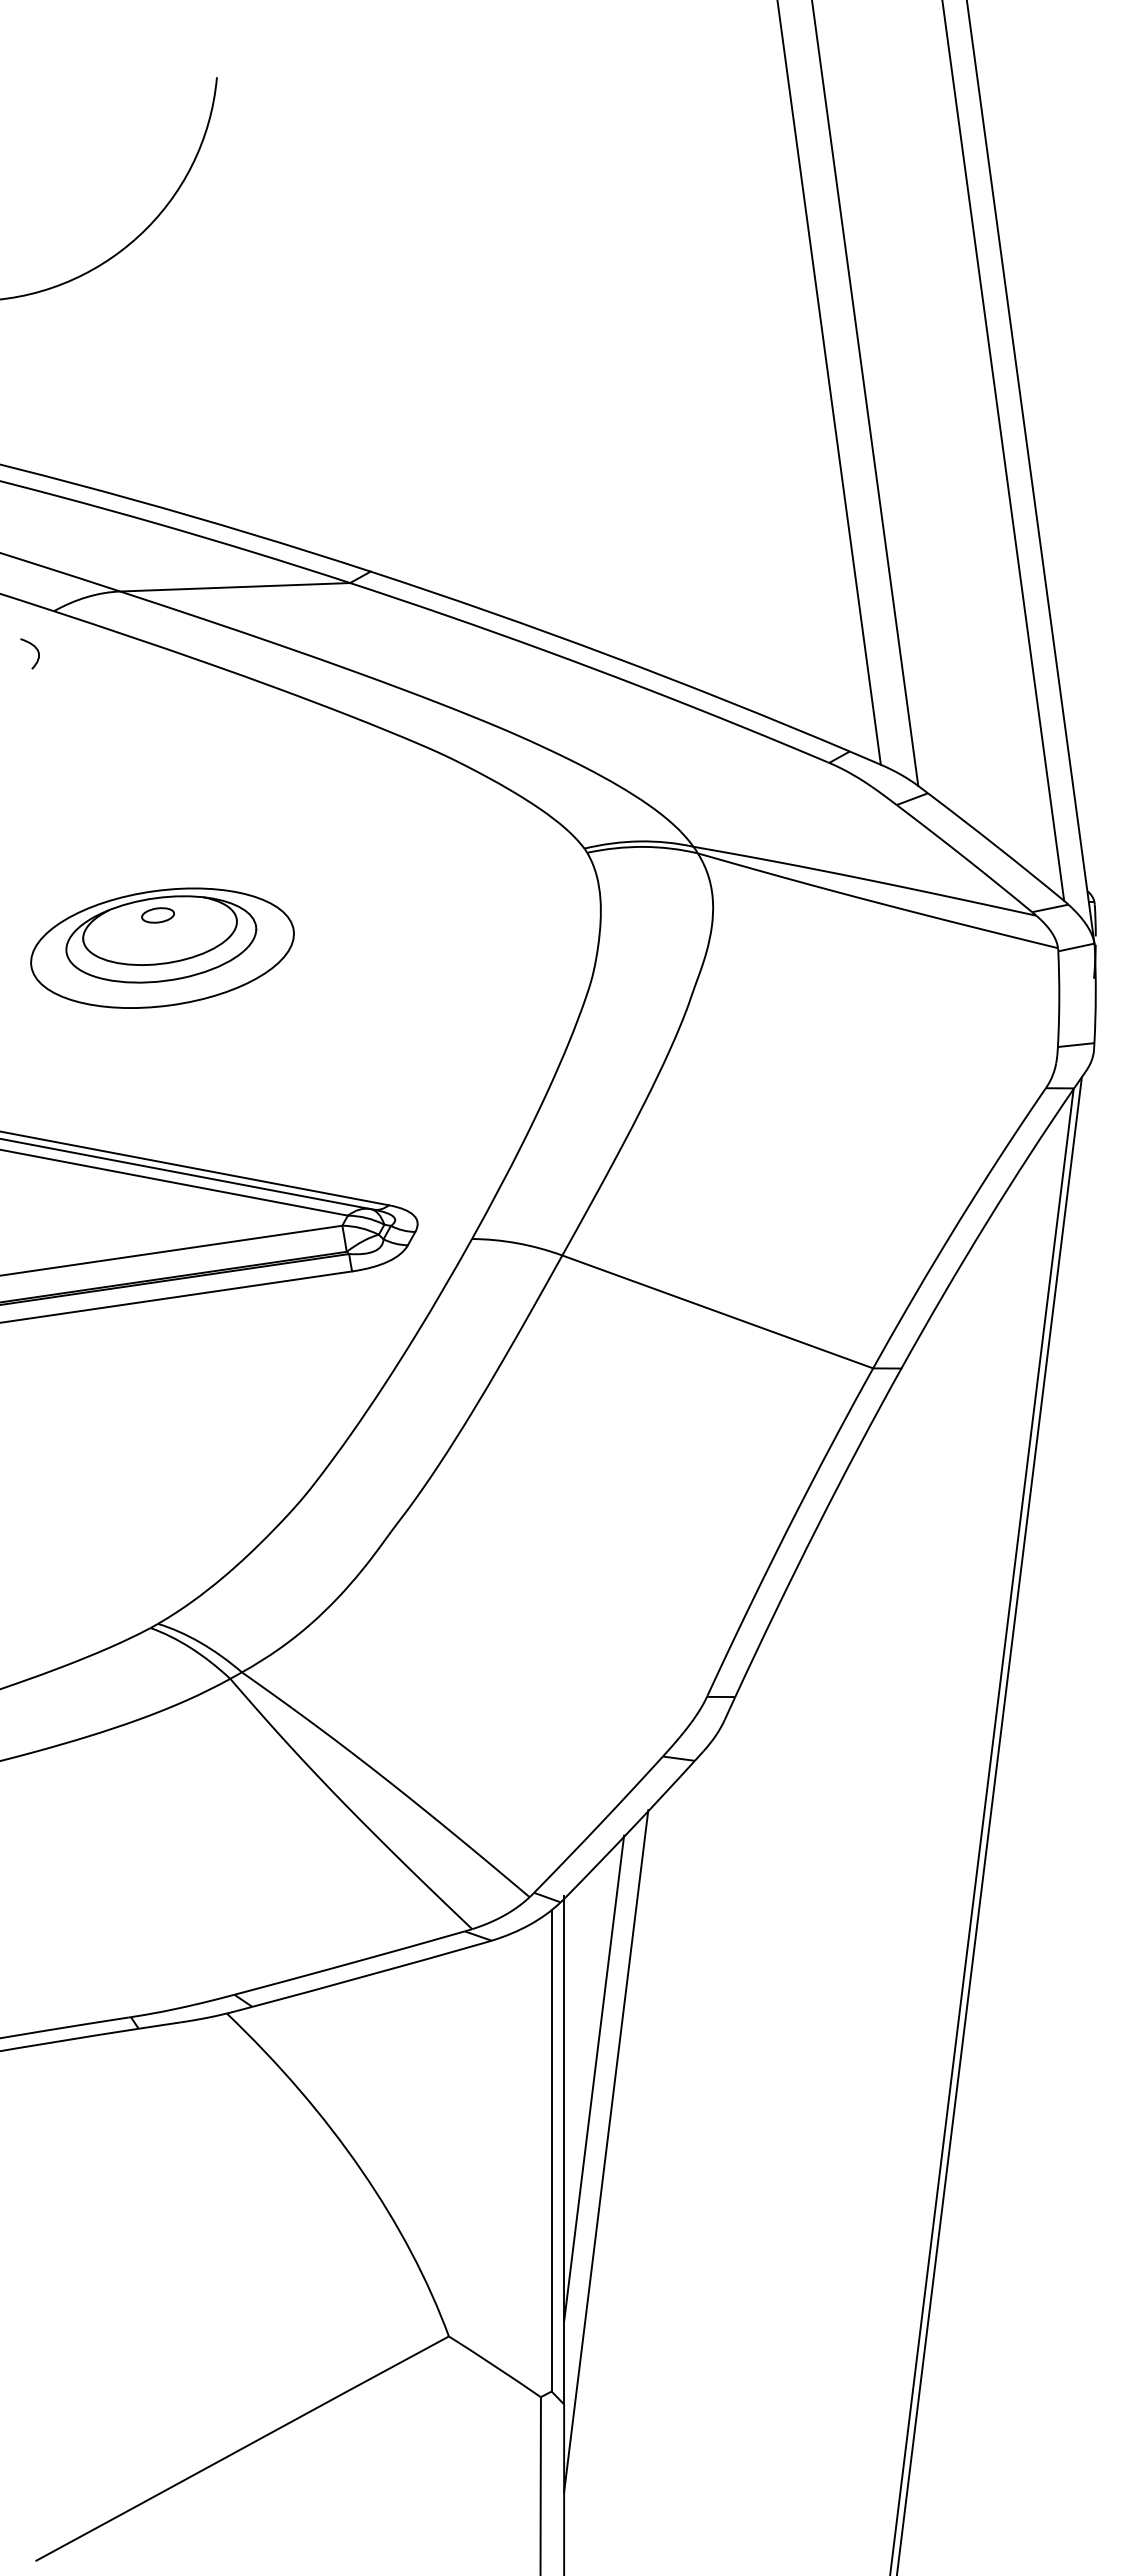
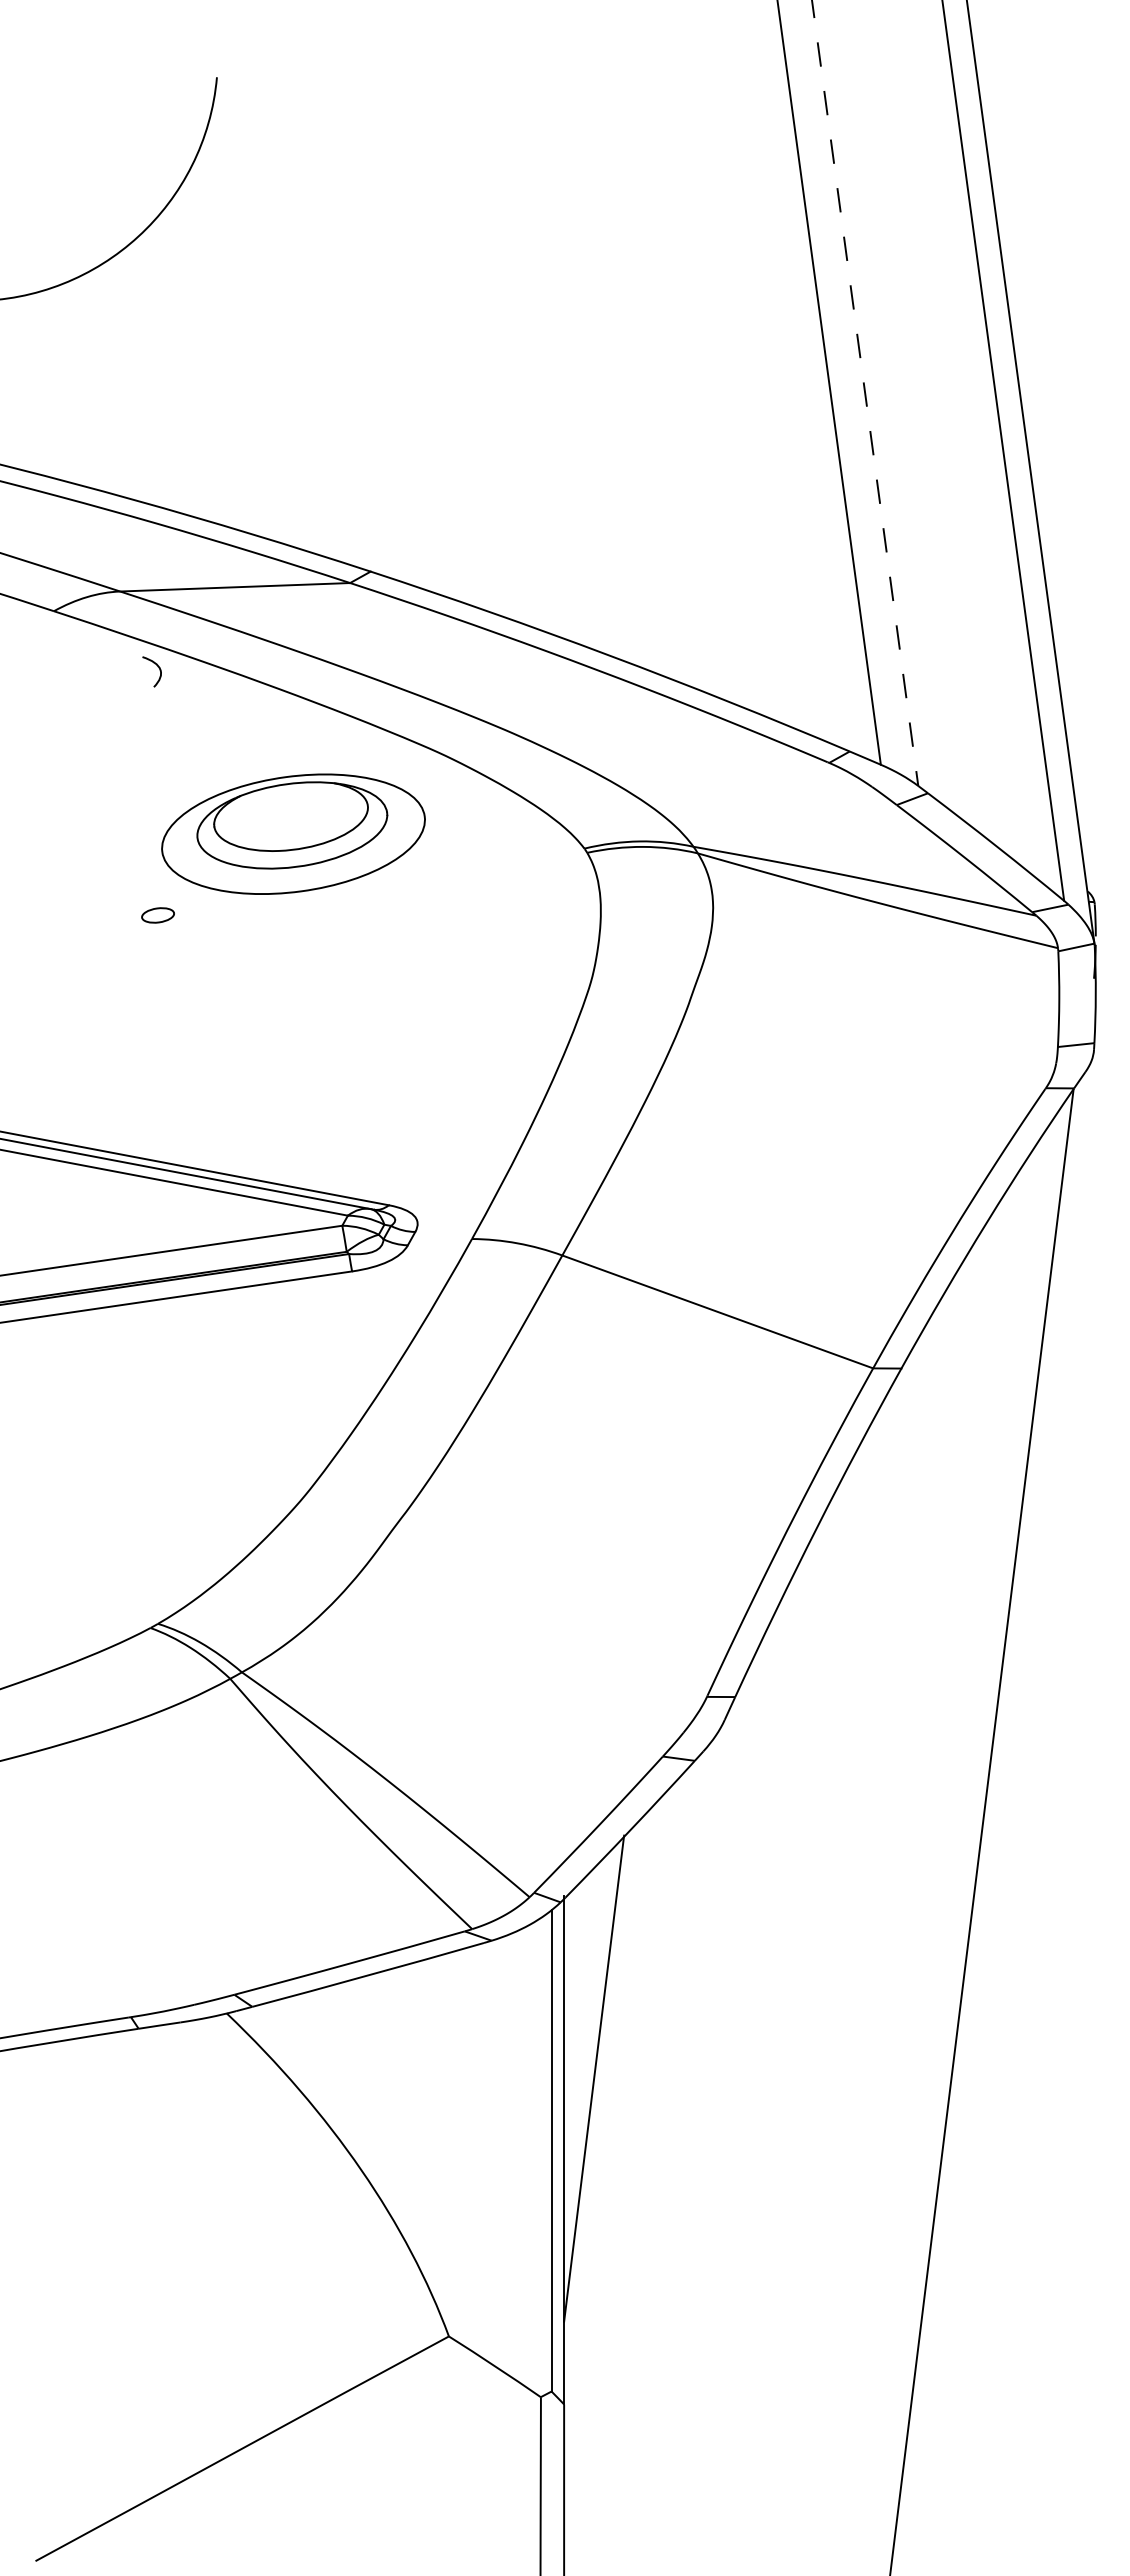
line at (865, 393): solid -> dashed
curve at (36, 650) position: (36, 650) -> (158, 668)
part at (162, 947) position: (162, 947) -> (293, 833)
line at (989, 1824): present -> none
line at (606, 2151): present -> none
